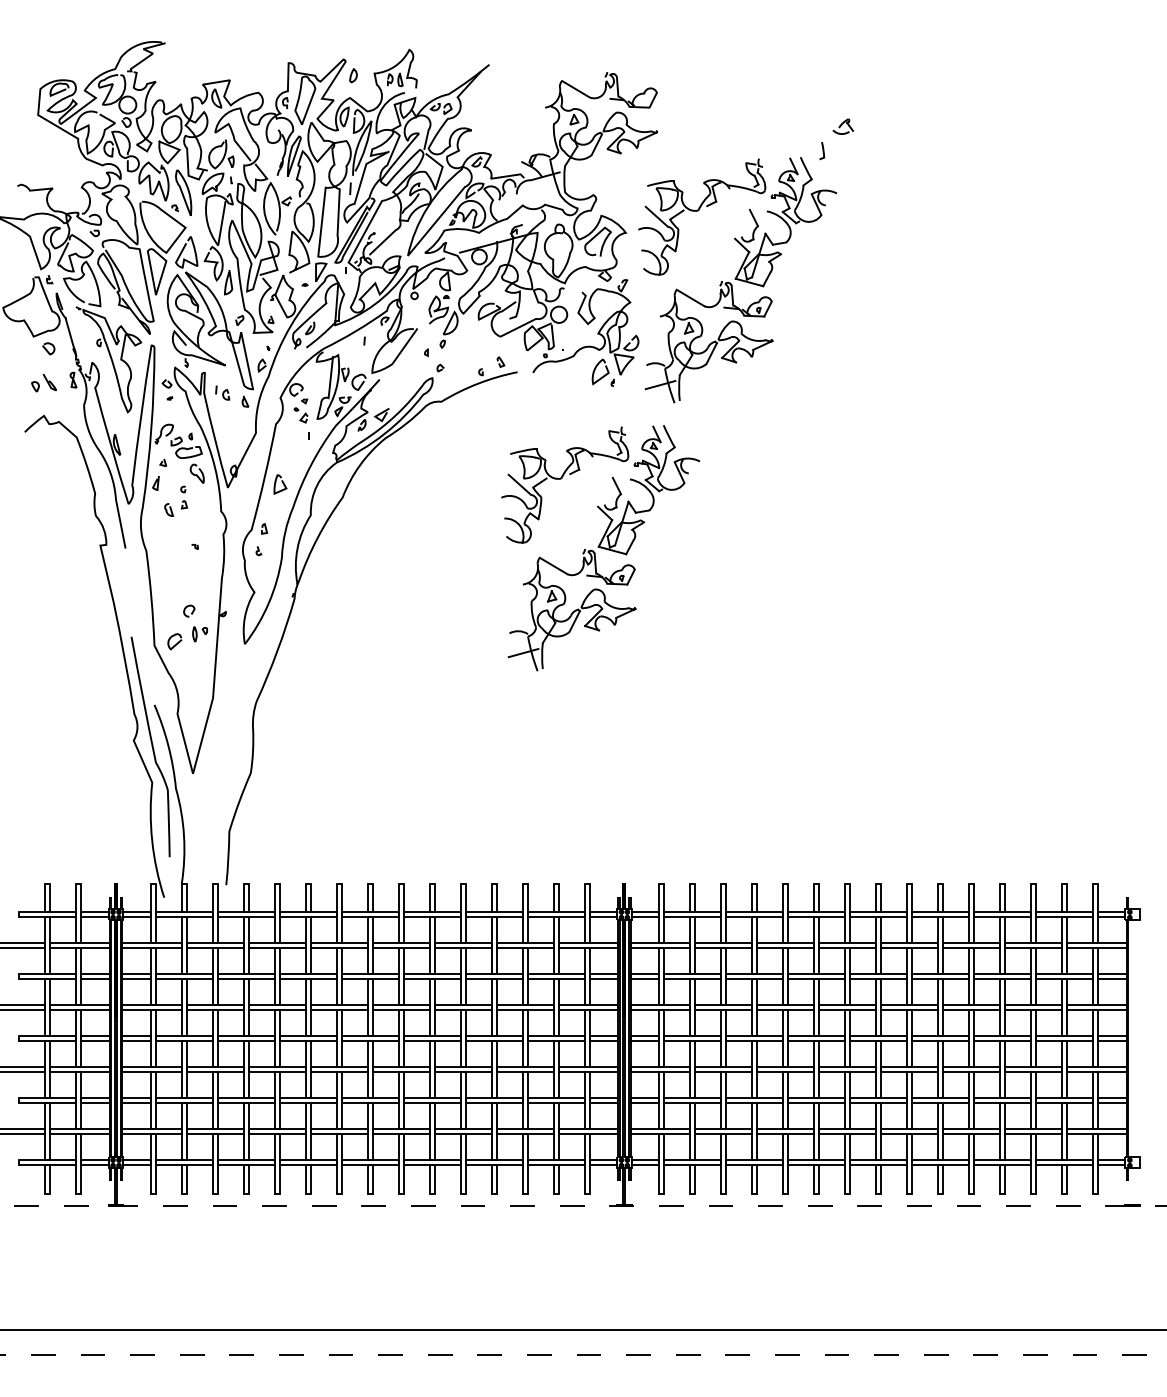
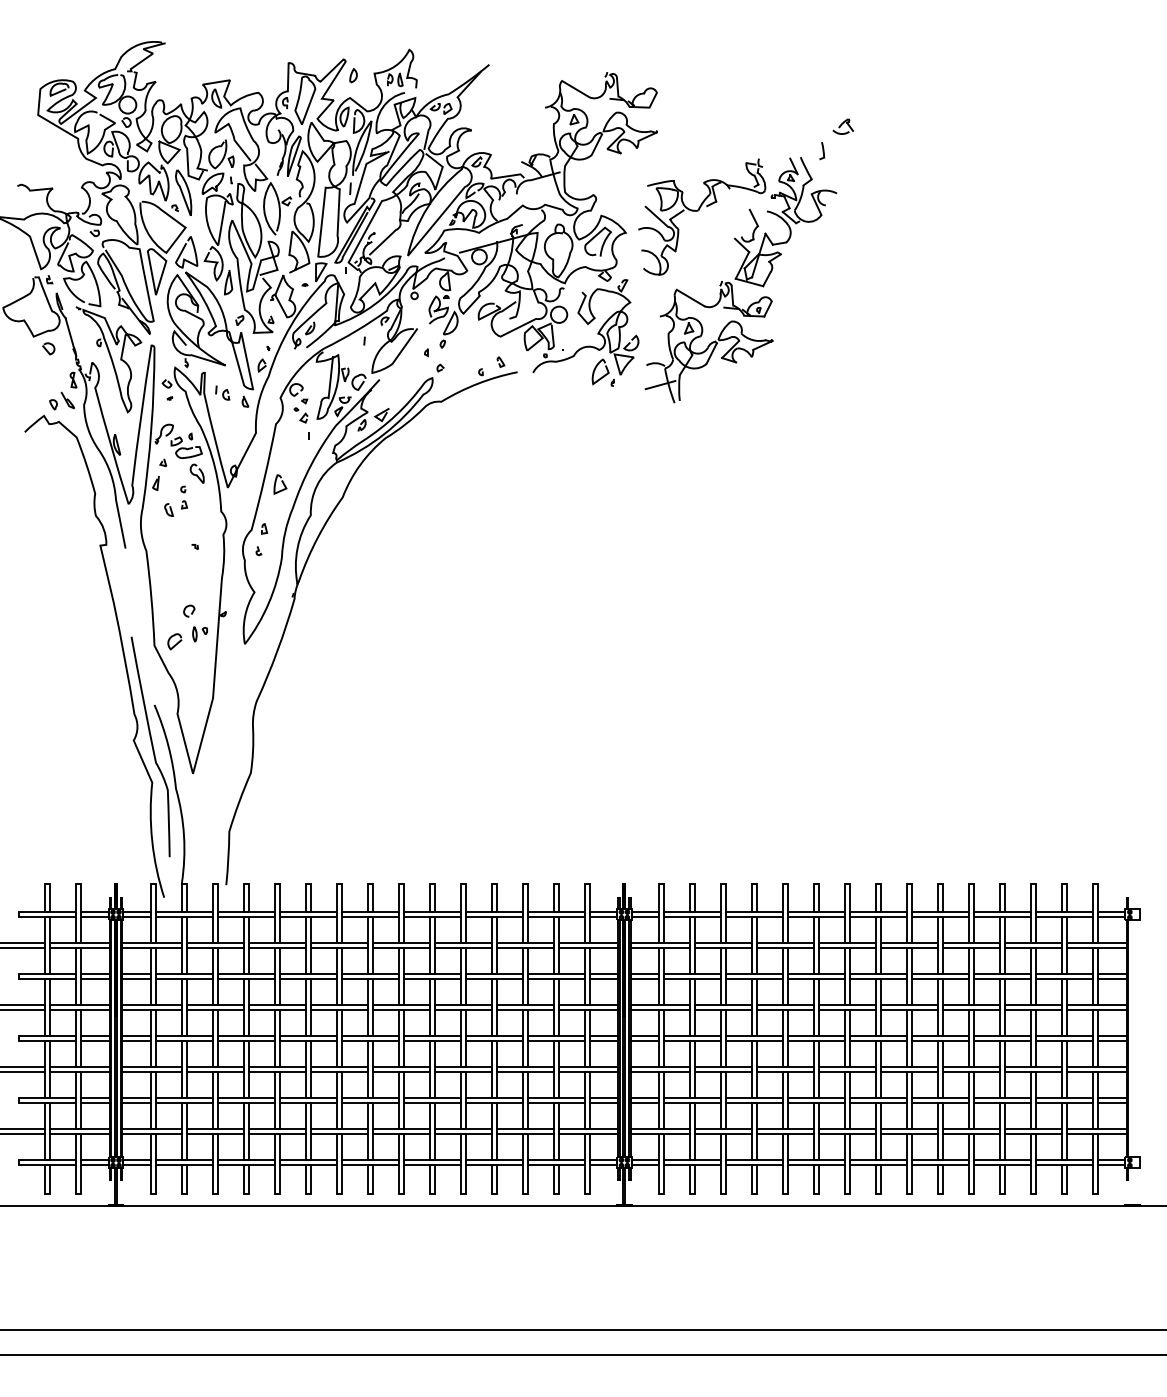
part at (43, 382) position: (43, 382) -> (61, 400)
part at (600, 548): present -> none
line at (583, 1206): dashed -> solid
line at (584, 1355): dashed -> solid
